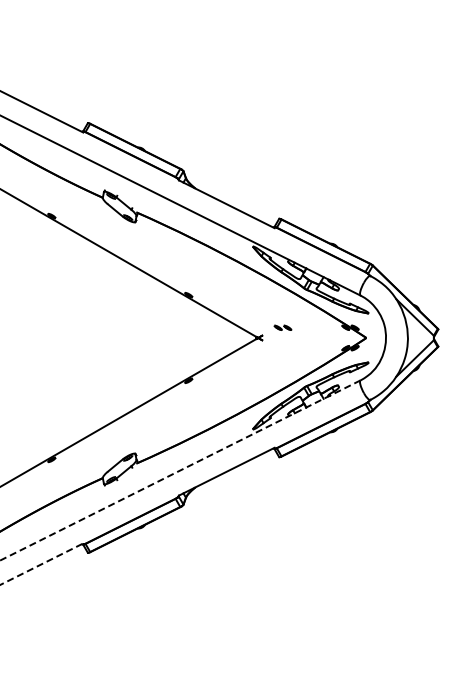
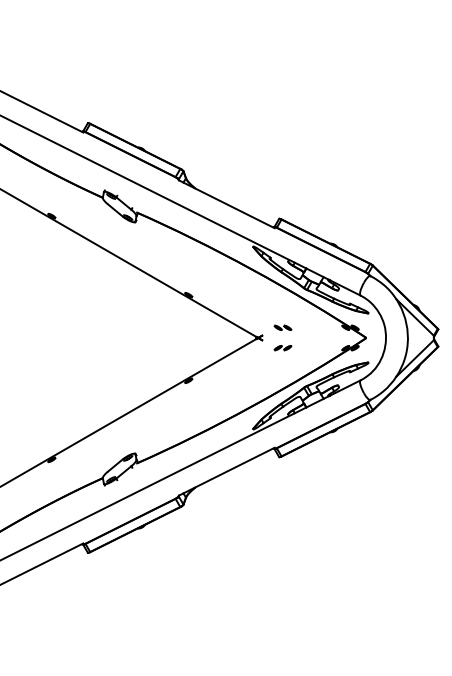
part at (282, 348): none -> present
line at (179, 470): dashed -> solid
line at (42, 564): dashed -> solid
